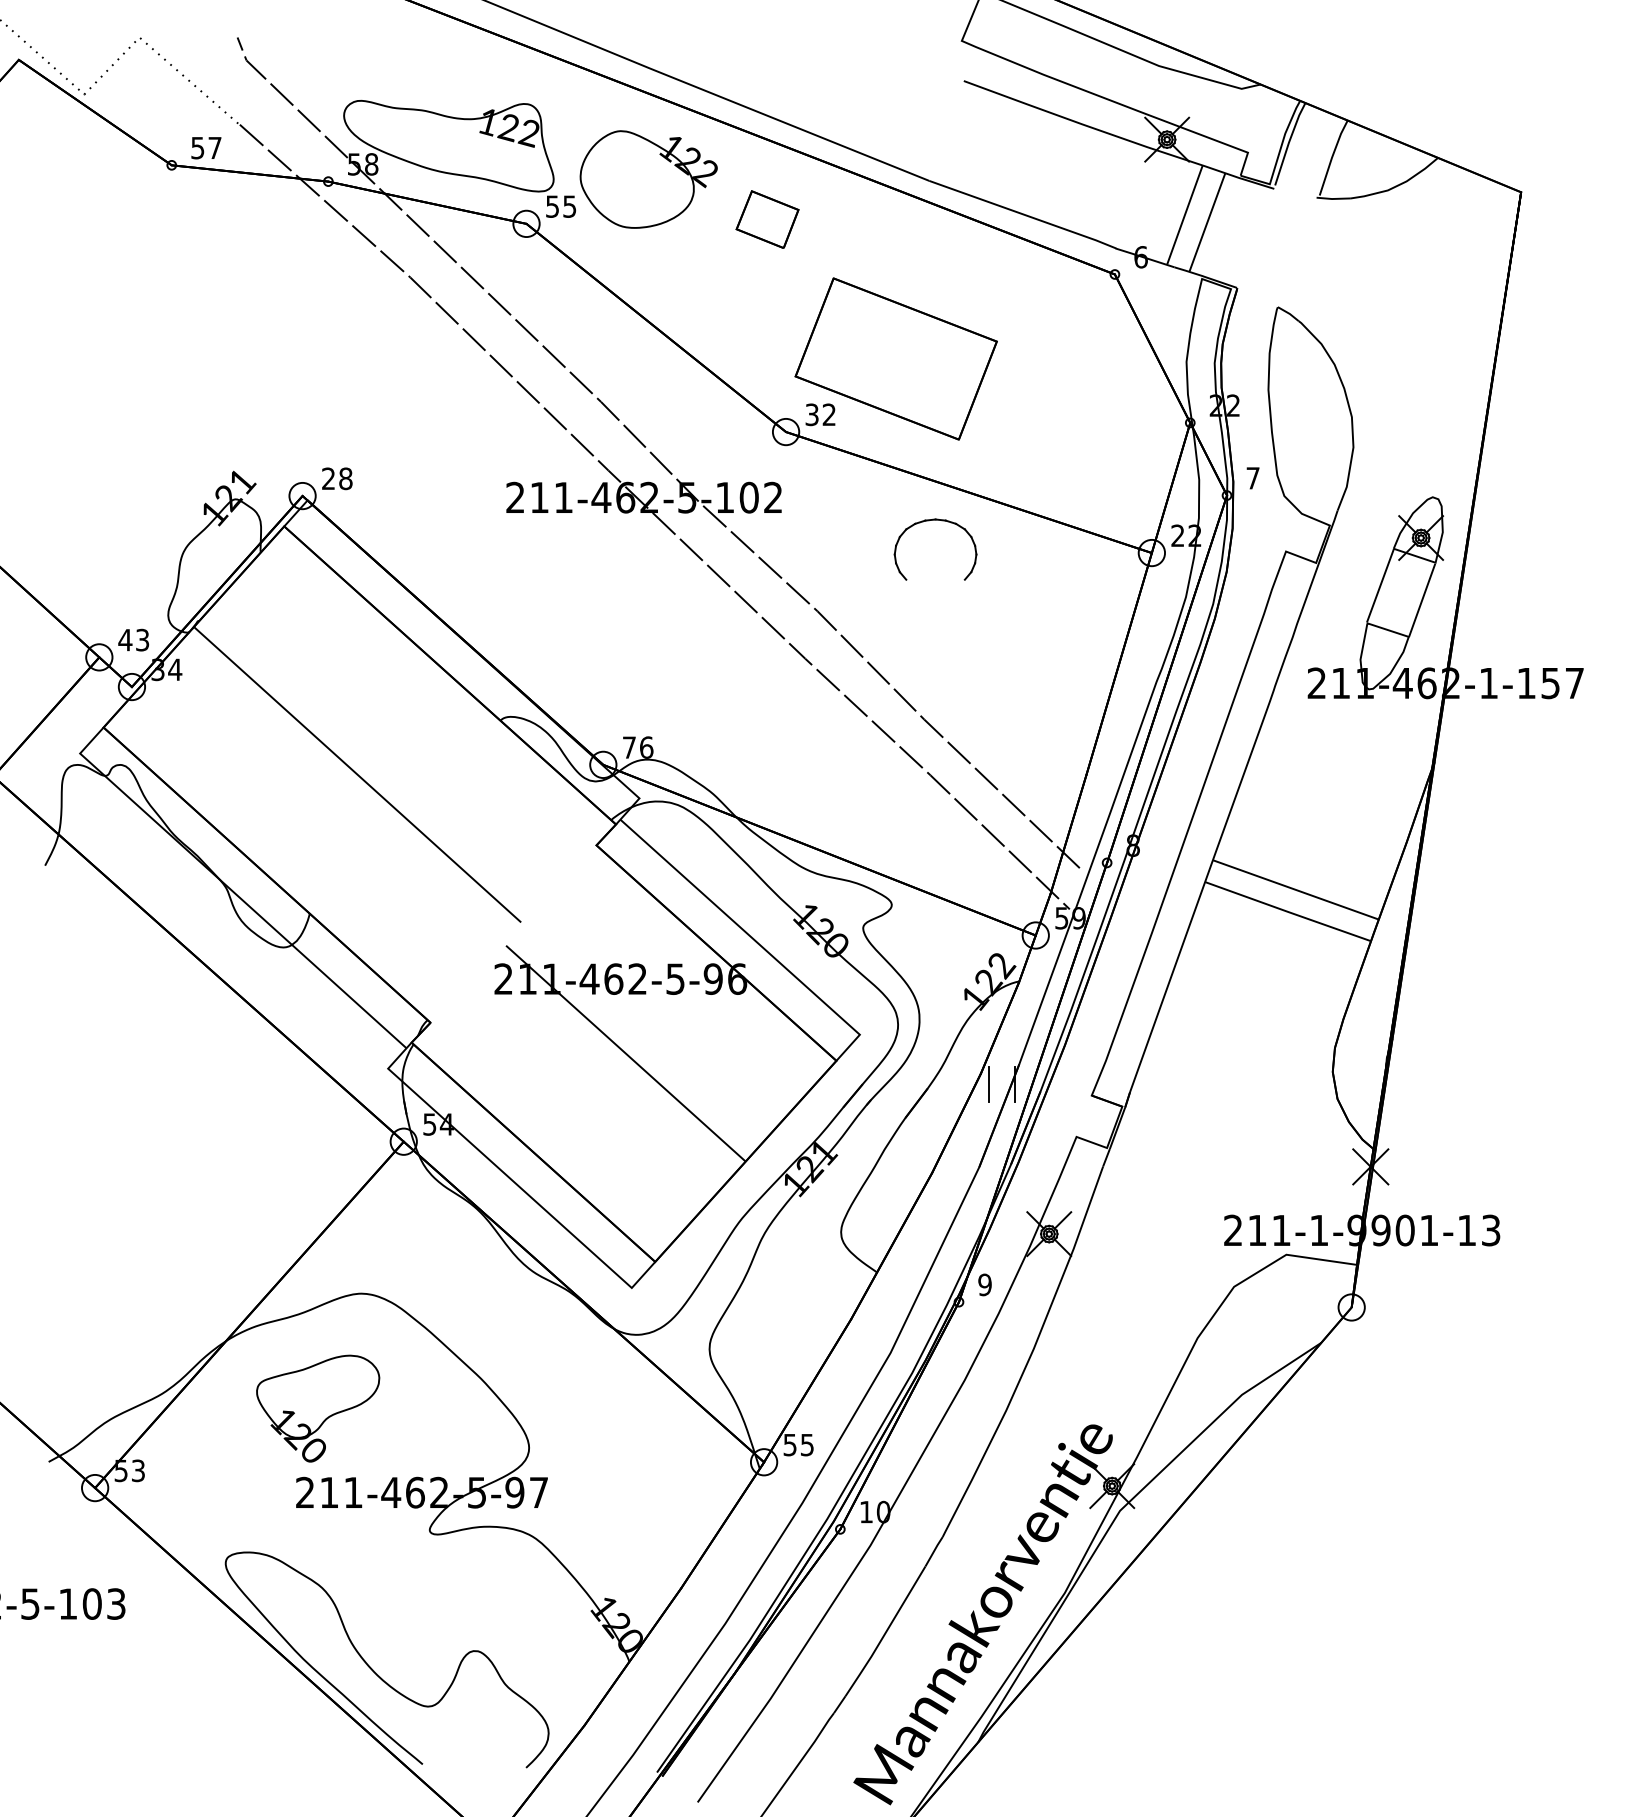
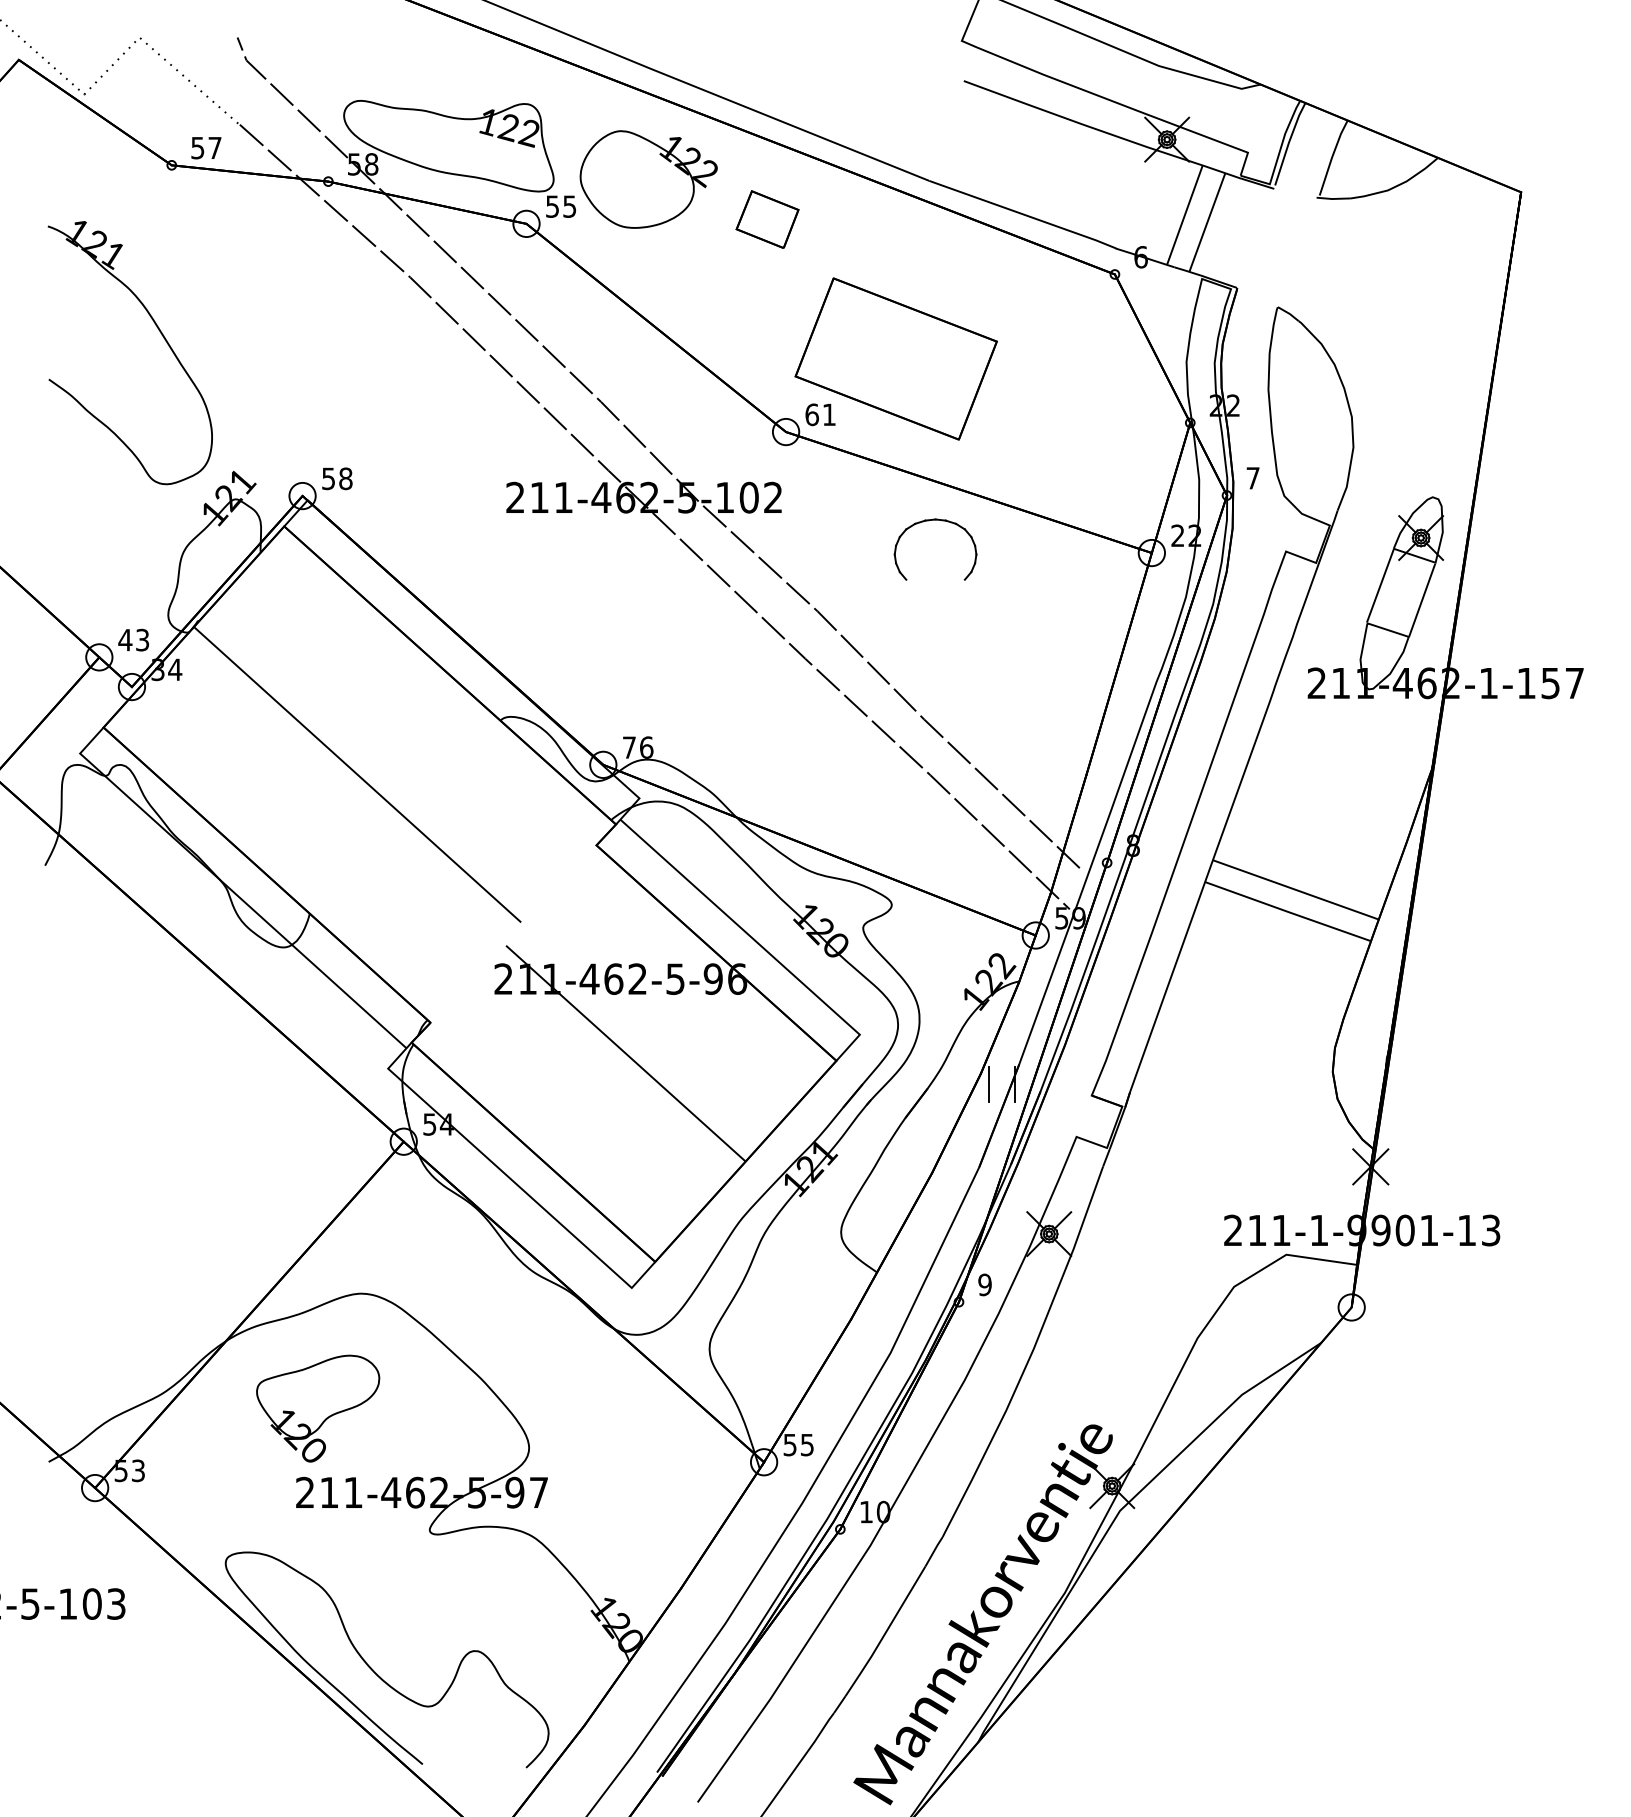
part at (161, 335): none -> present
text at (820, 414): 32 -> 61
text at (328, 478): 28 -> 58
